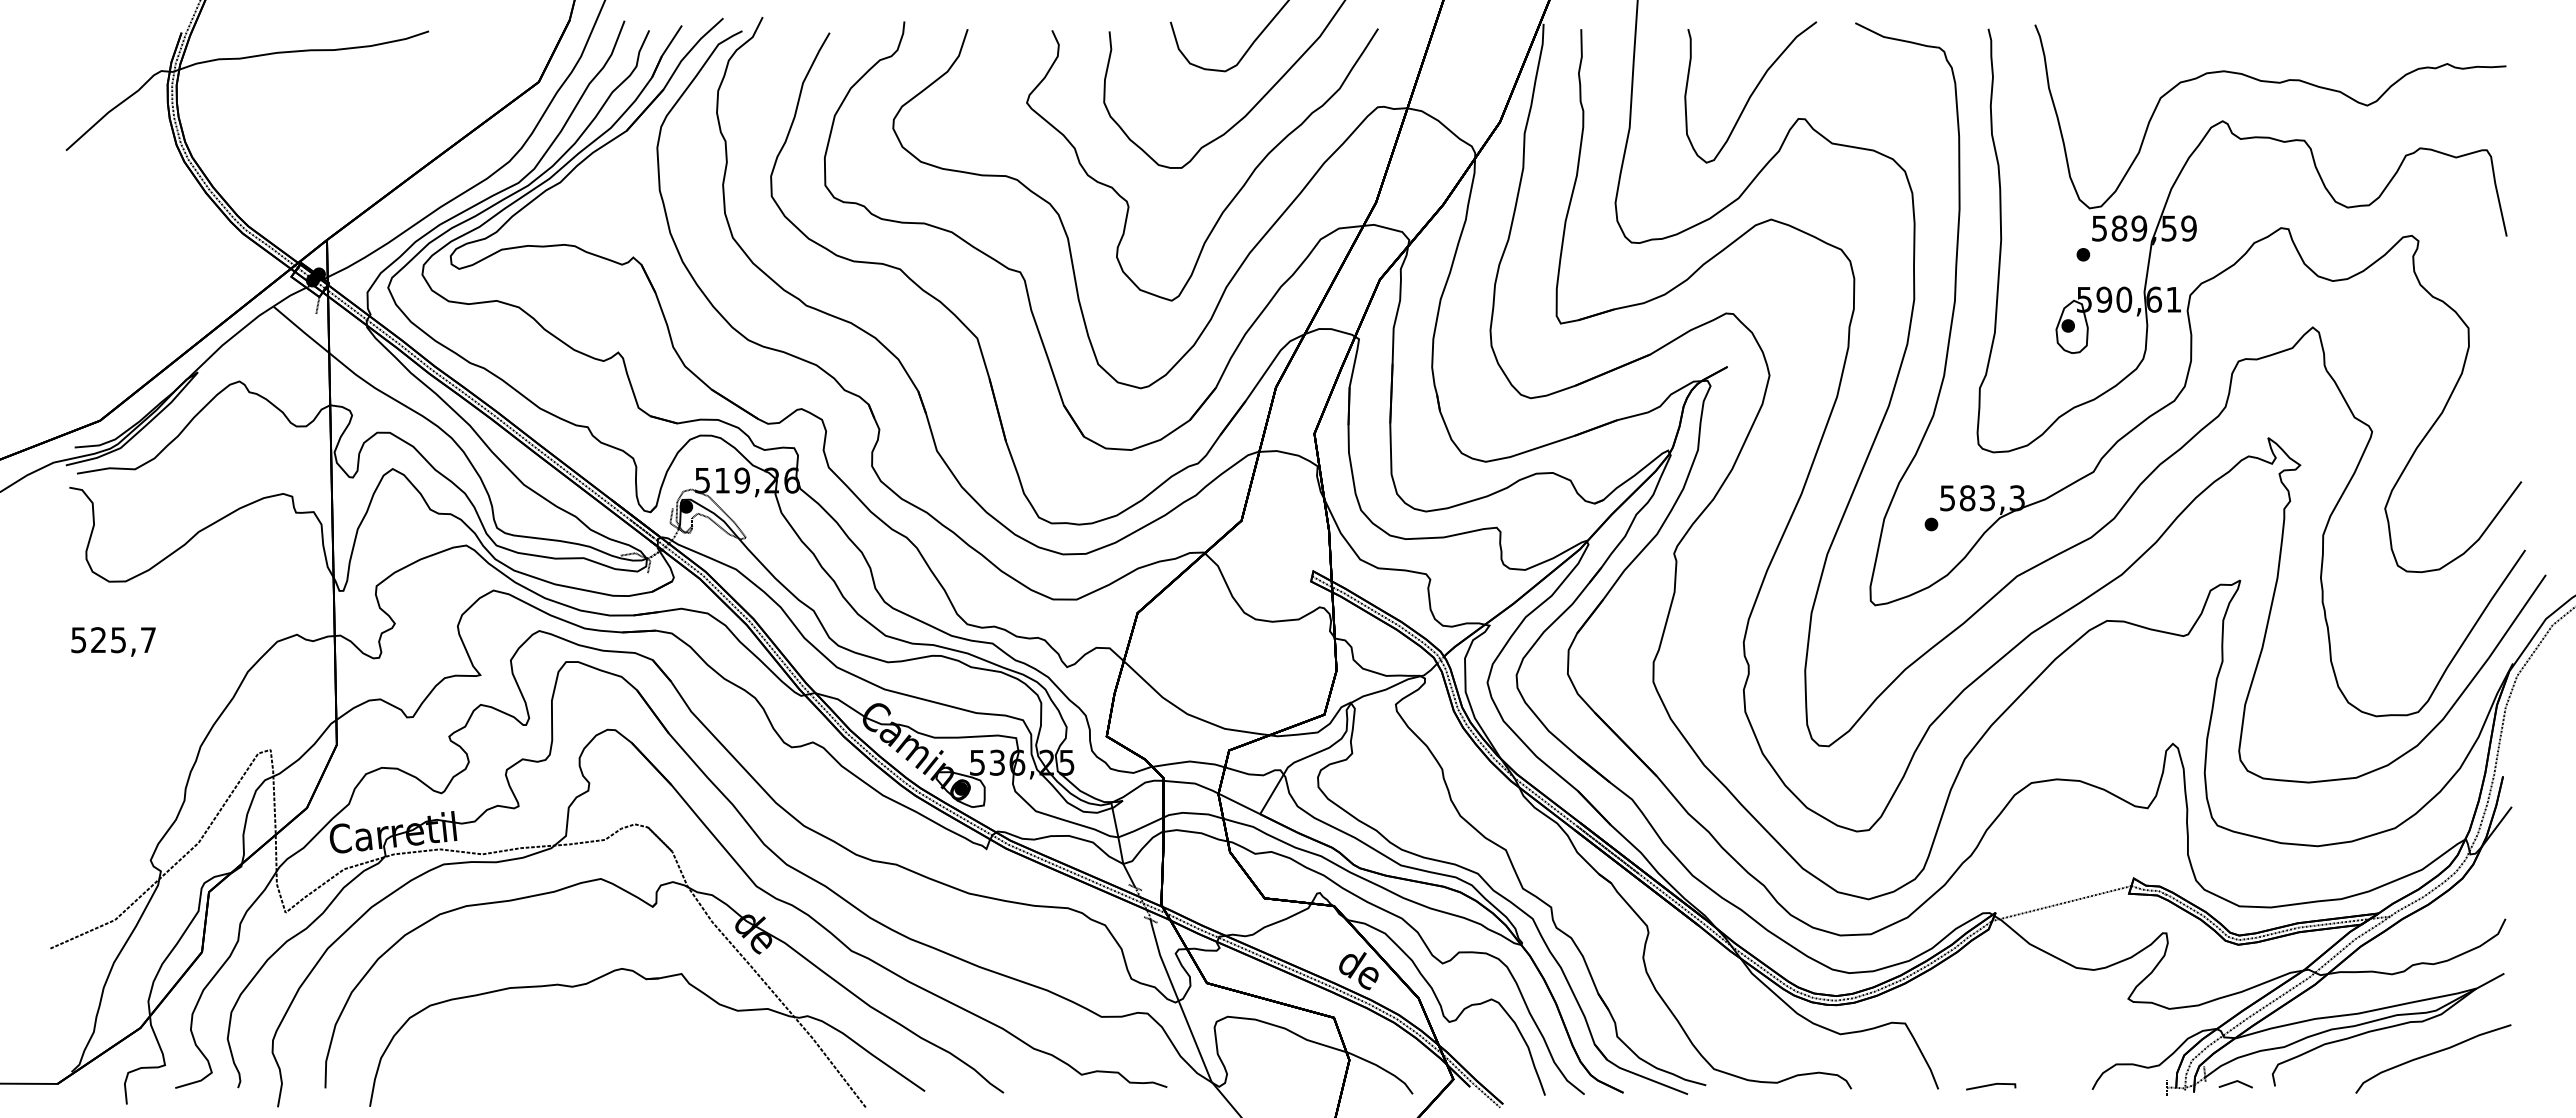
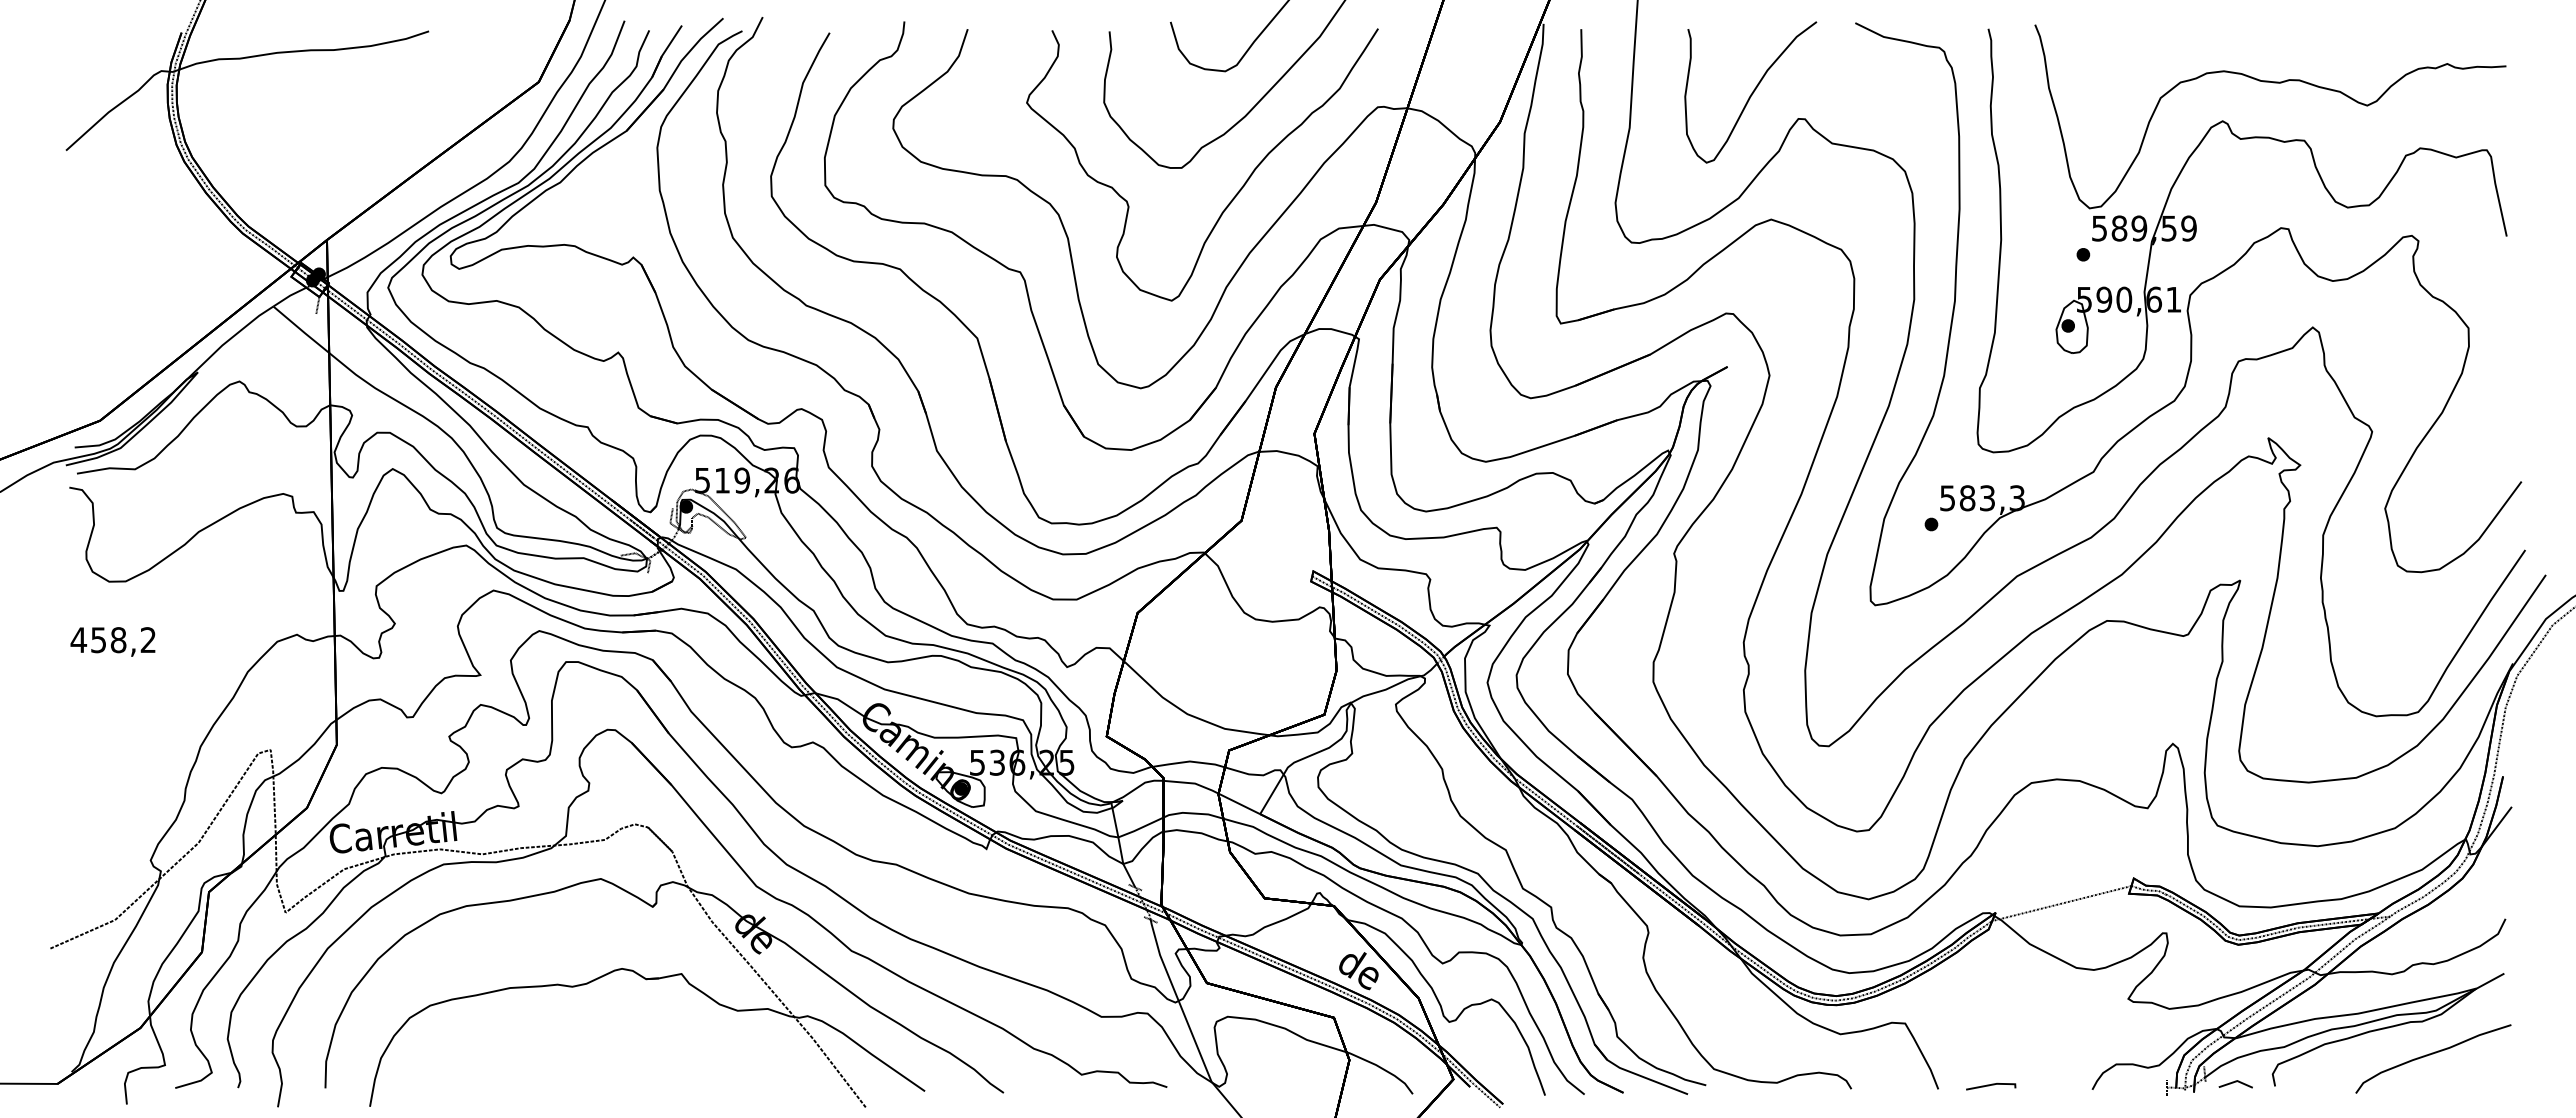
text at (112, 640): 525,7 -> 458,2
